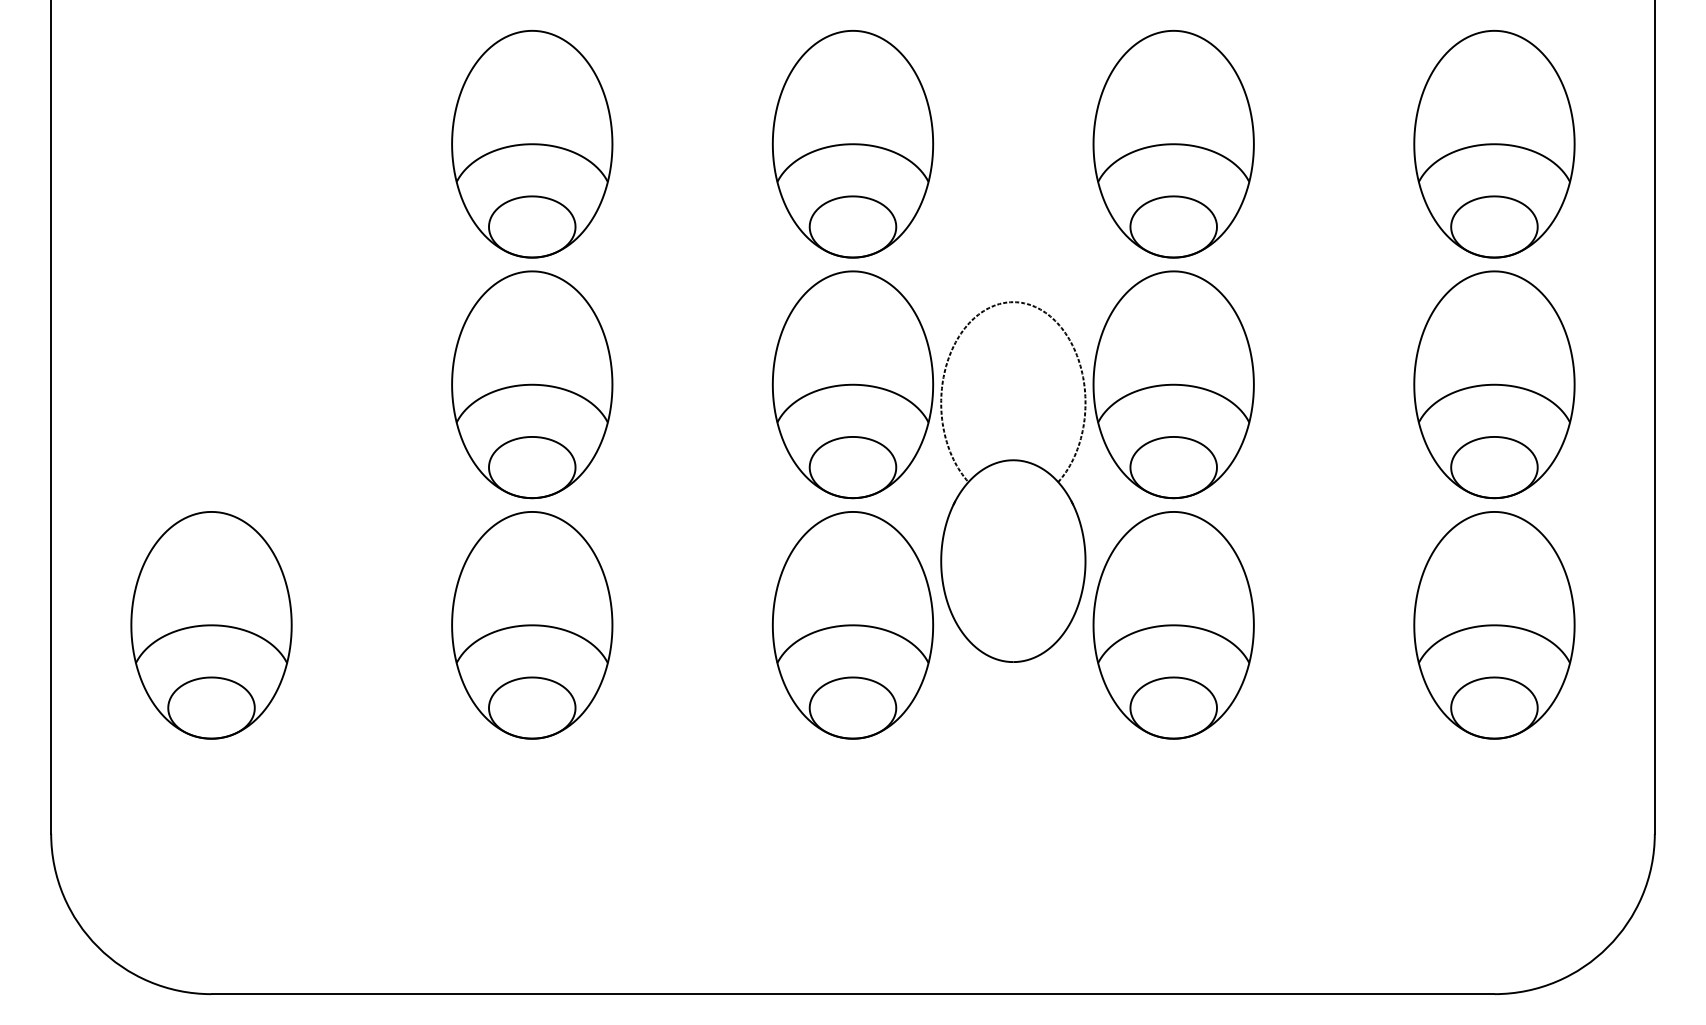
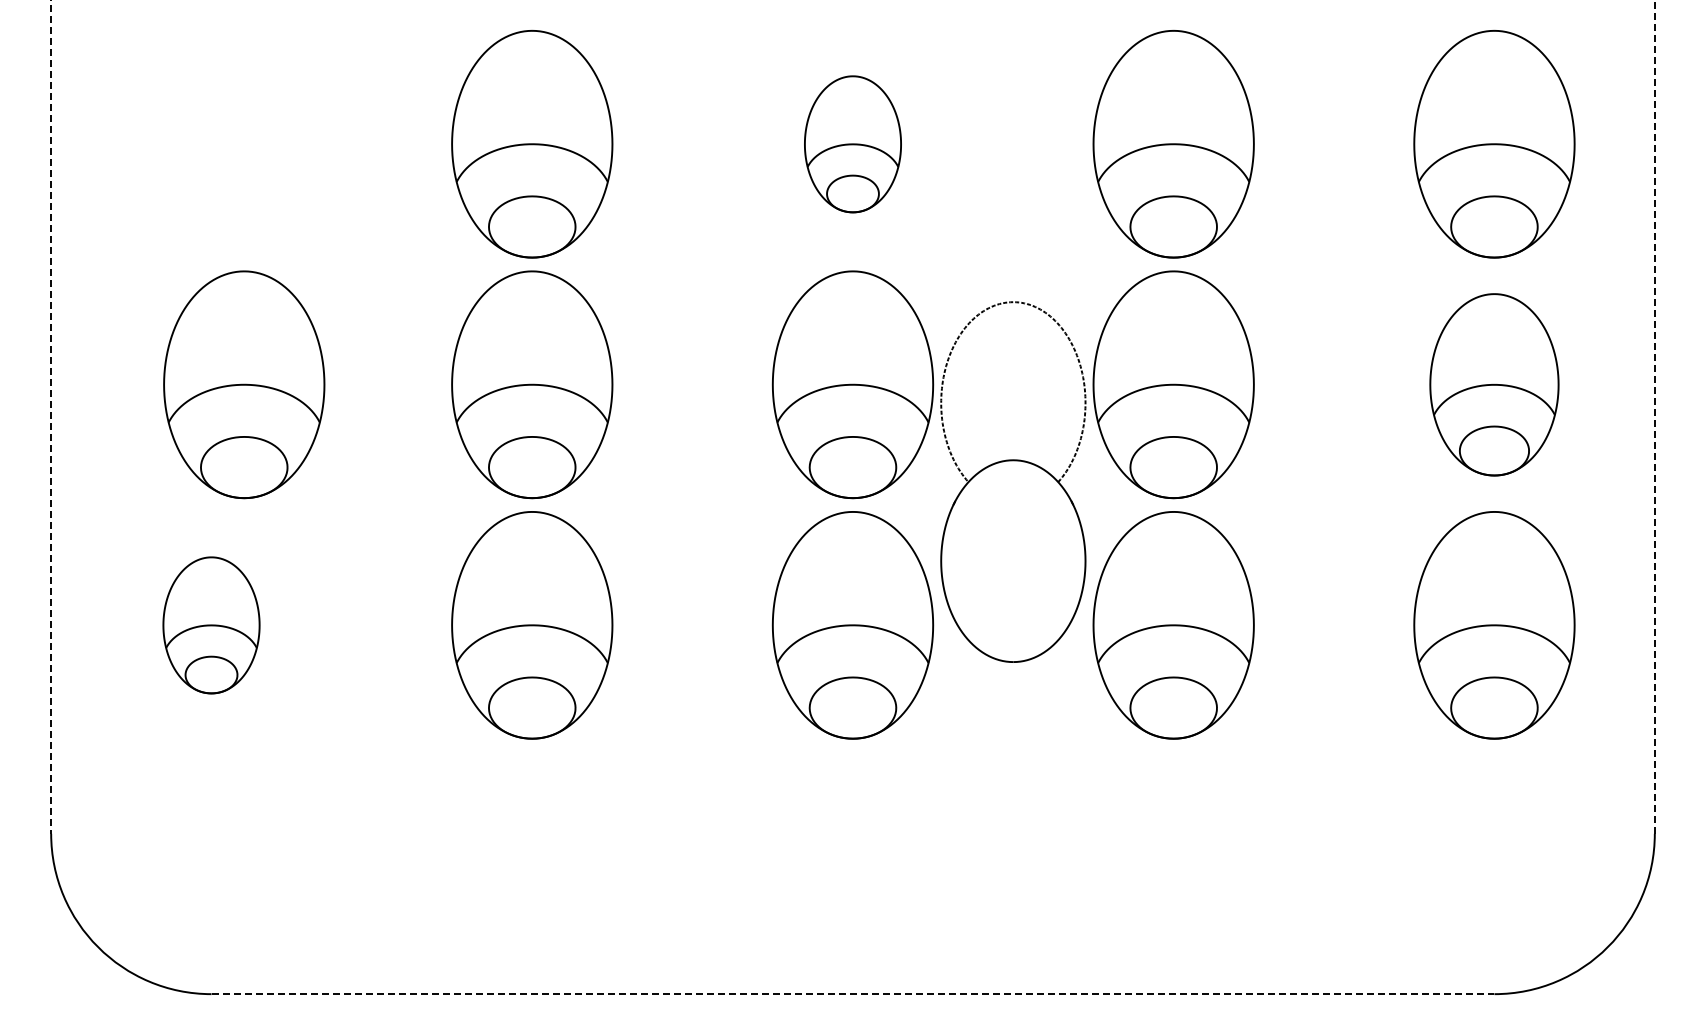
part at (852, 144) size: 164x229 px -> 98x139 px
part at (244, 384): none -> present
part at (1494, 384) size: 163x230 px -> 131x184 px
line at (51, 417): solid -> dashed
line at (1654, 417): solid -> dashed
part at (211, 625) size: 163x229 px -> 99x139 px
line at (853, 994): solid -> dashed
